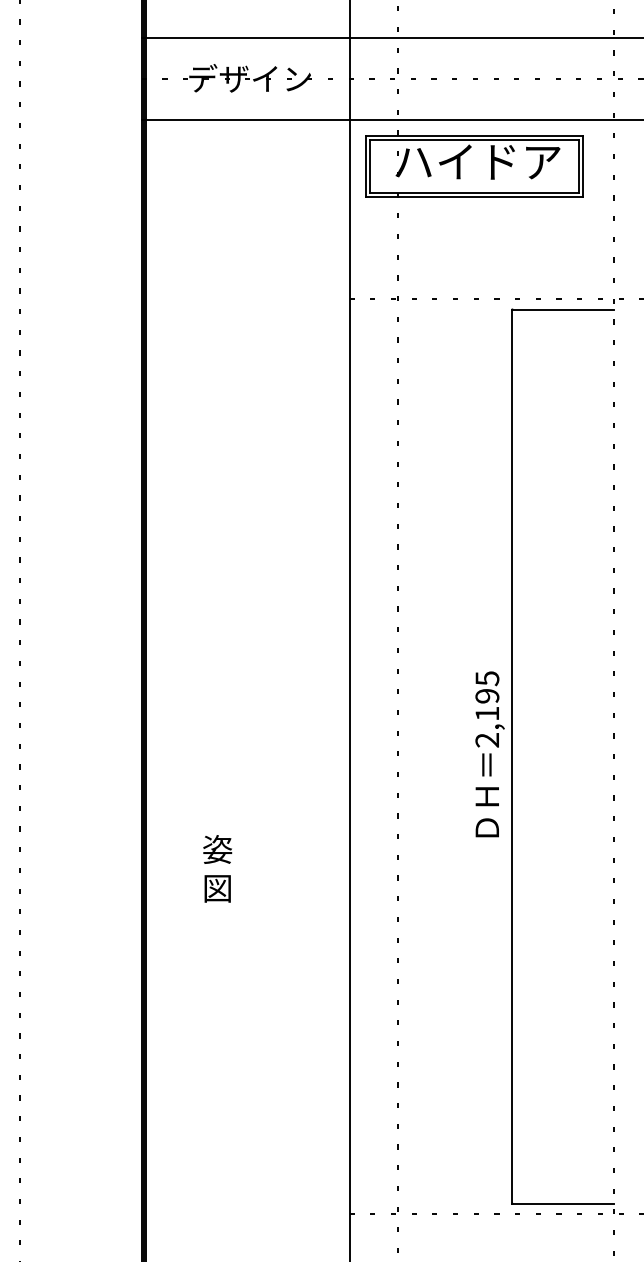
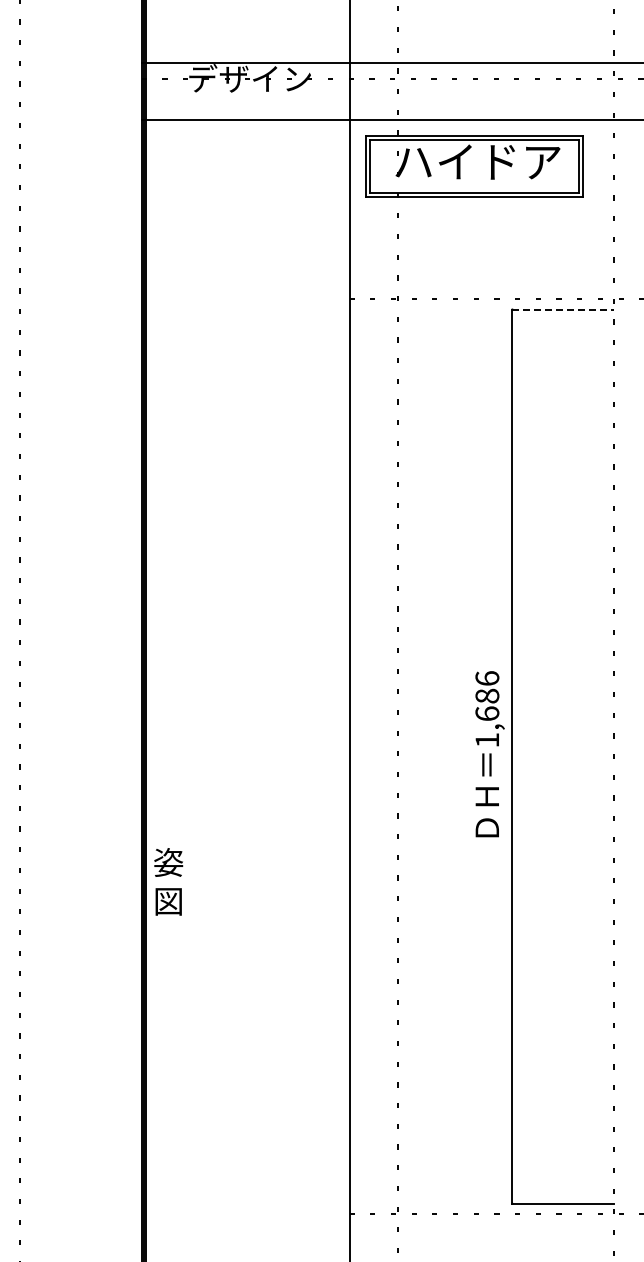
line at (390, 38) position: (390, 38) -> (390, 63)
line at (563, 309): solid -> dashed
text at (487, 709): 2,195 -> 1,686
text at (217, 868) position: (217, 868) -> (168, 881)
